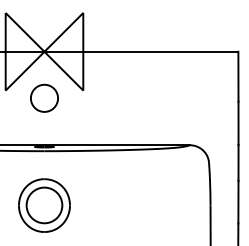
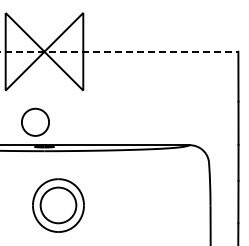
line at (119, 51): solid -> dashed
circle at (44, 97) position: (44, 97) -> (35, 121)
part at (44, 205) position: (44, 205) -> (58, 205)
